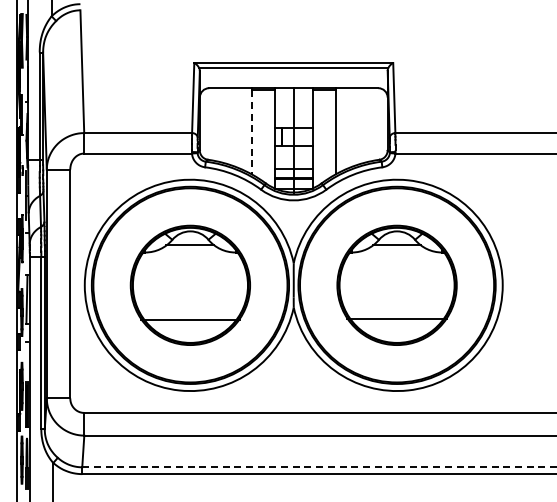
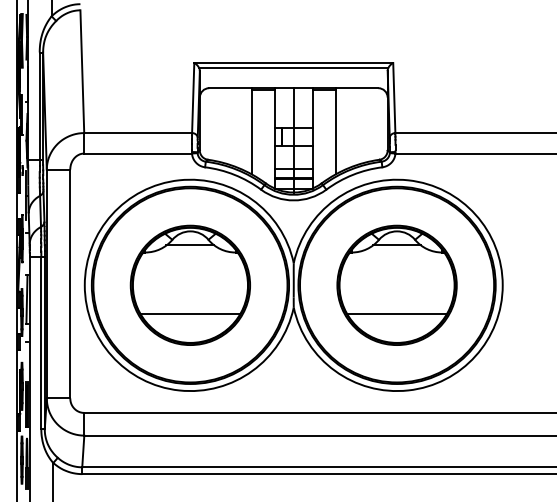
line at (251, 132): dashed -> solid
line at (396, 319) position: (396, 319) -> (396, 314)
line at (190, 320) position: (190, 320) -> (190, 314)
line at (320, 467): dashed -> solid
